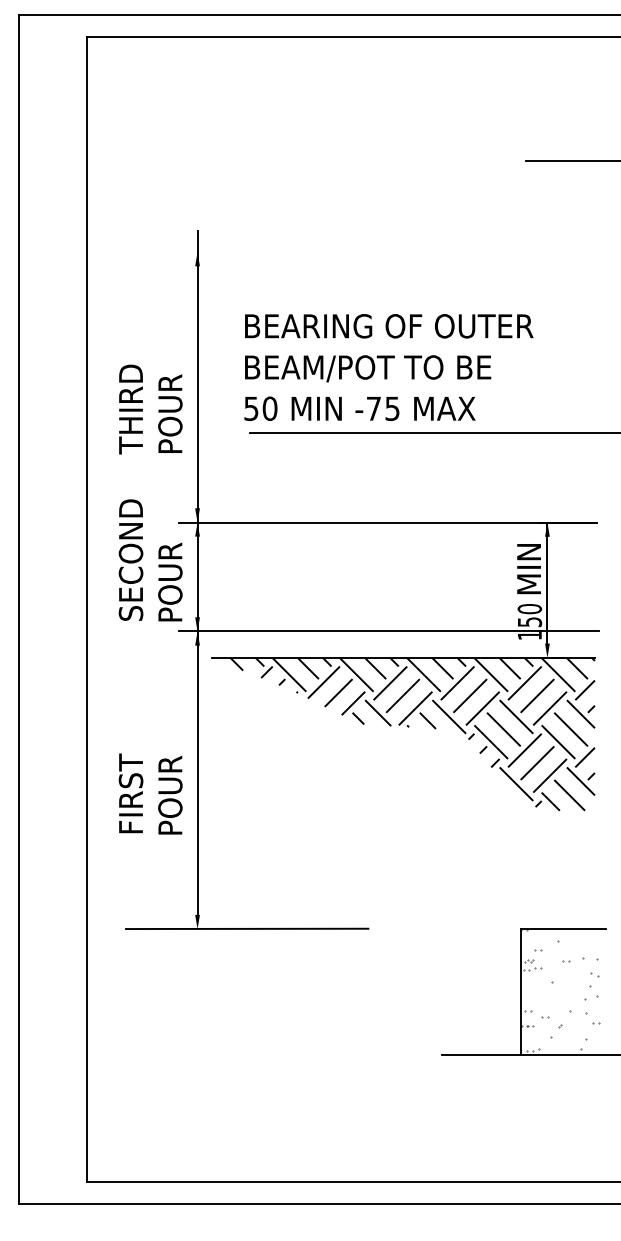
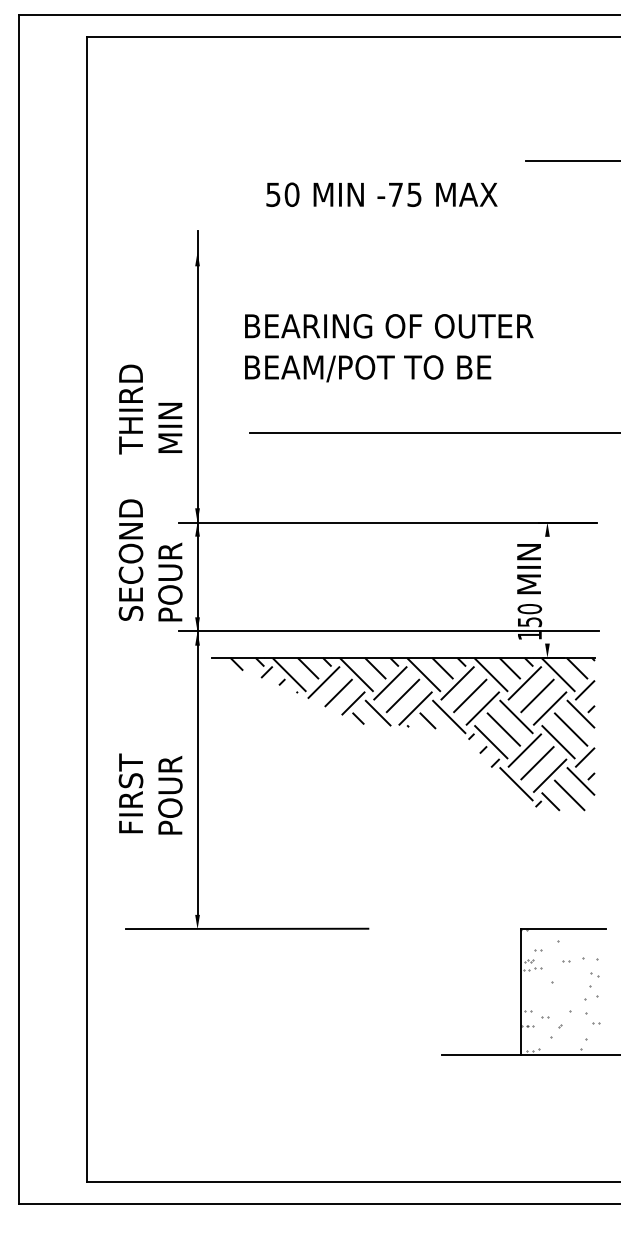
text at (359, 408) position: (359, 408) -> (381, 194)
text at (170, 412): POUR -> MIN
line at (547, 582): present -> none
